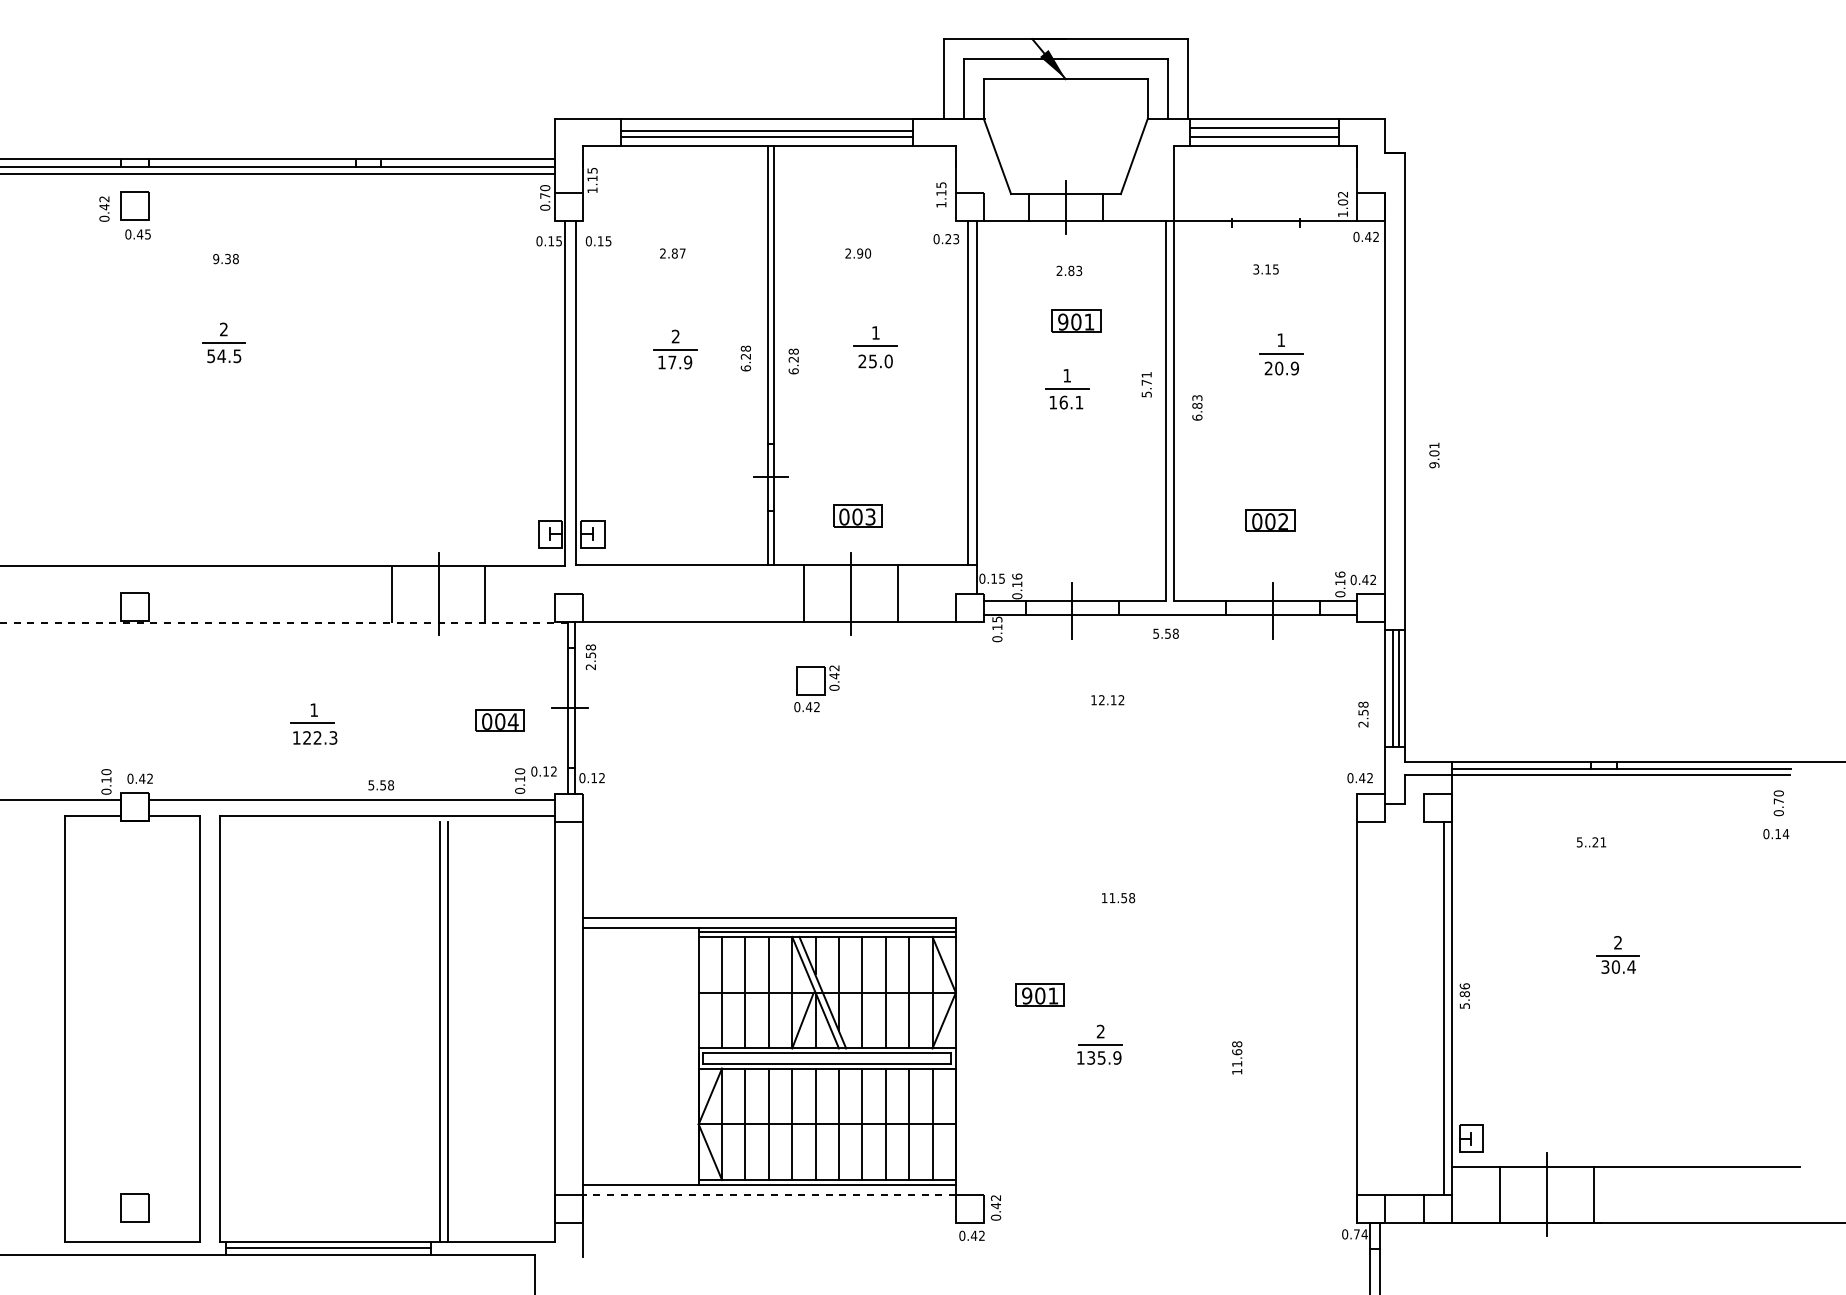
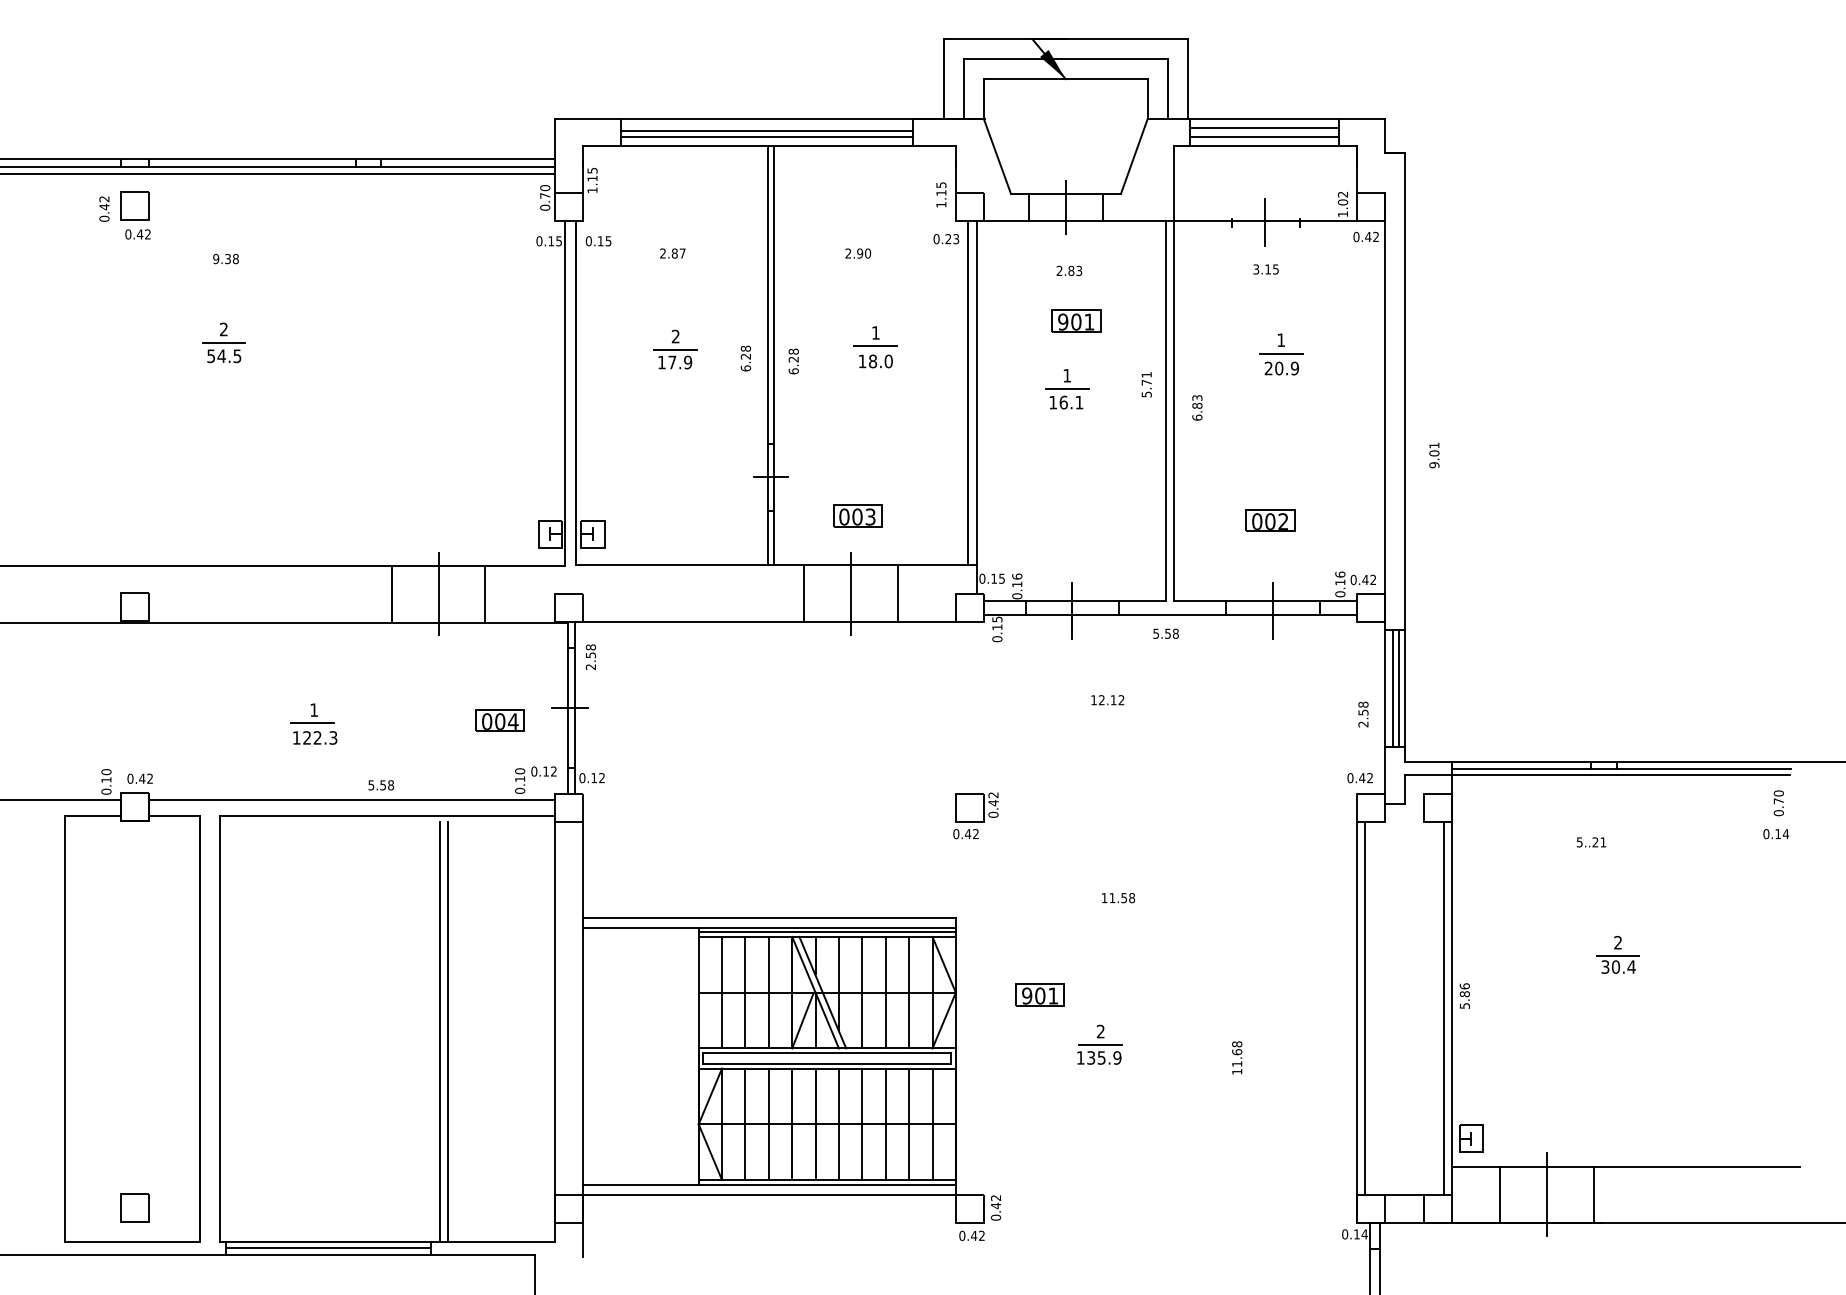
line at (1265, 222): none -> present
text at (147, 234): 0.45 -> 0.42
text at (867, 361): 25.0 -> 18.0
line at (283, 622): dashed -> solid
part at (816, 688) position: (816, 688) -> (975, 815)
line at (1365, 1008): none -> present
line at (769, 1194): dashed -> solid
text at (1356, 1234): 0.74 -> 0.14
